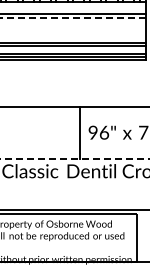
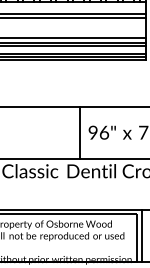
line at (73, 18): dashed -> solid
line at (74, 38): none -> present
line at (74, 158): dashed -> solid
line at (141, 235): none -> present
